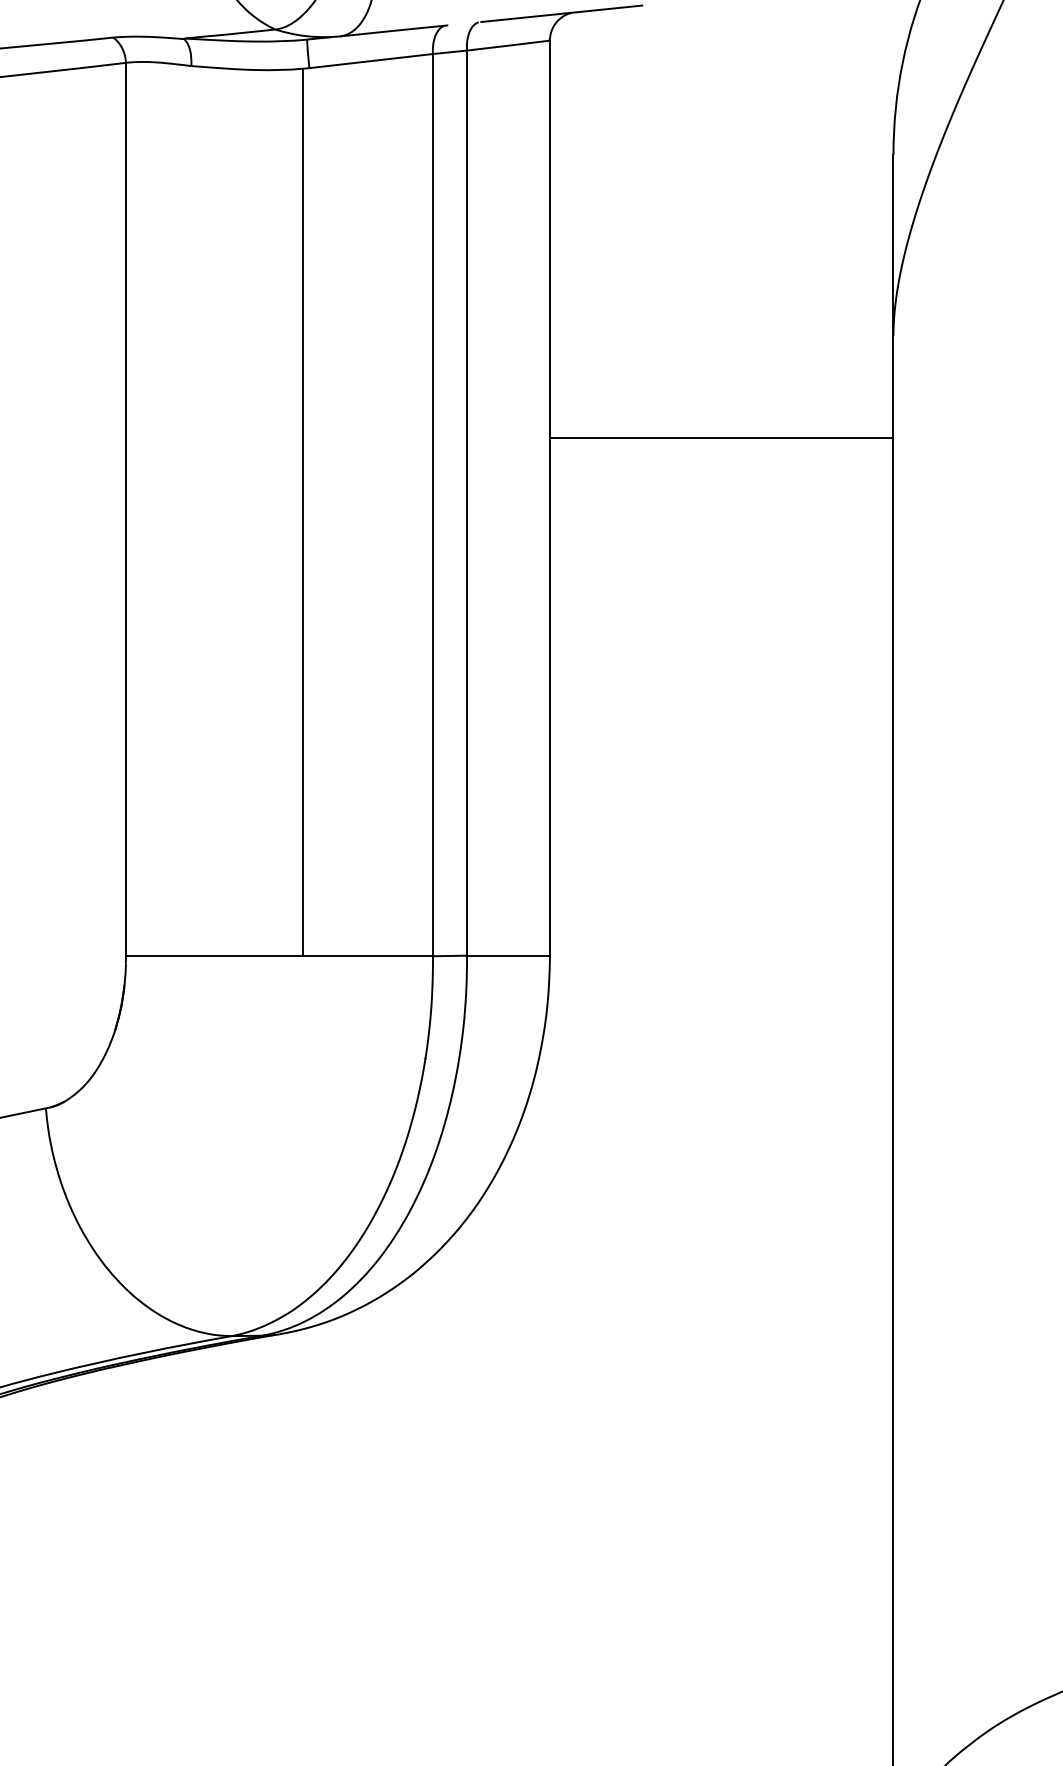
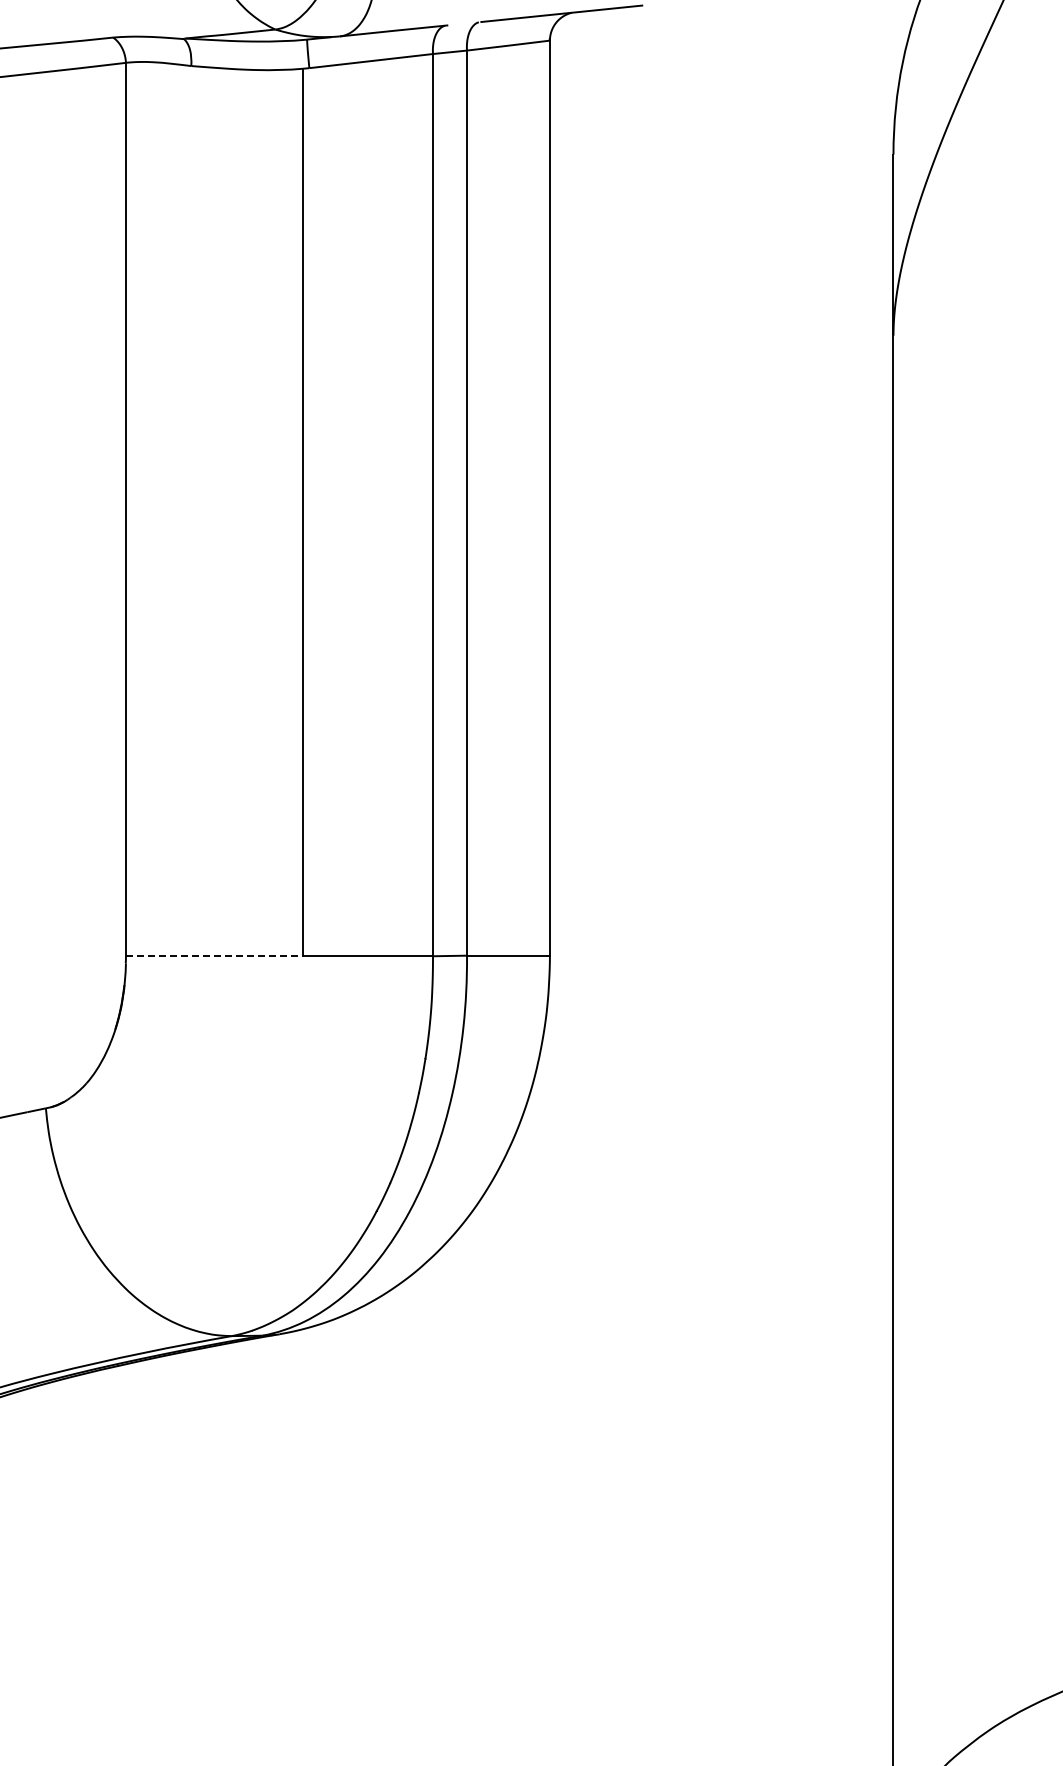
line at (721, 438): present -> none
line at (214, 956): solid -> dashed
